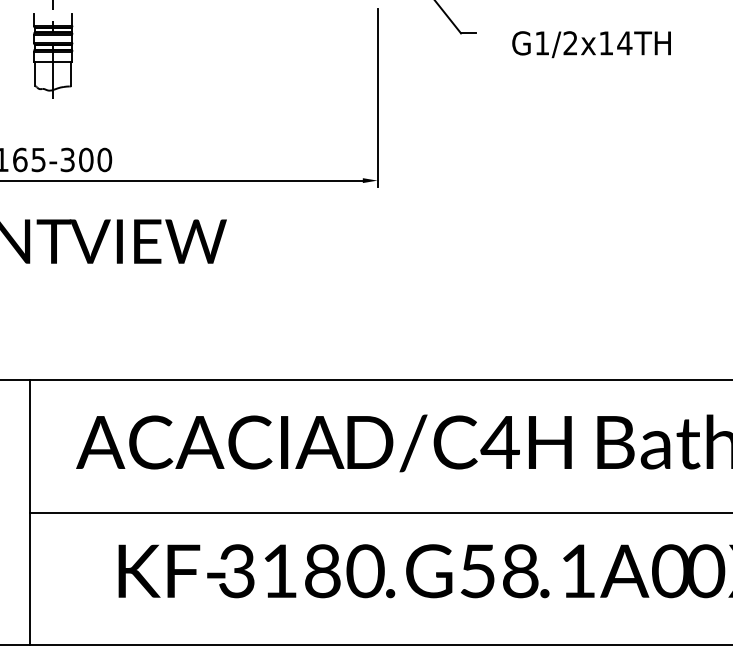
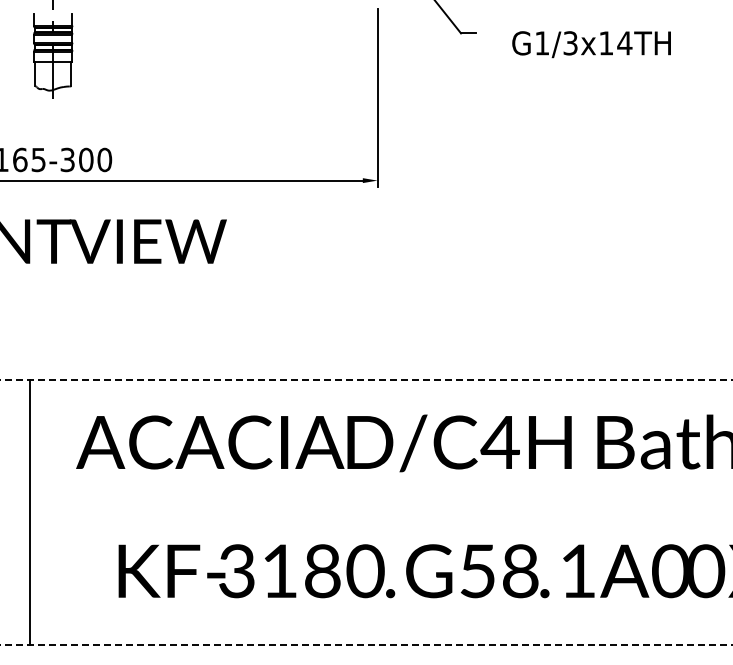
text at (570, 43): G1/2x14TH -> G1/3x14TH
line at (366, 380): solid -> dashed
line at (379, 512): present -> none
line at (366, 644): solid -> dashed
